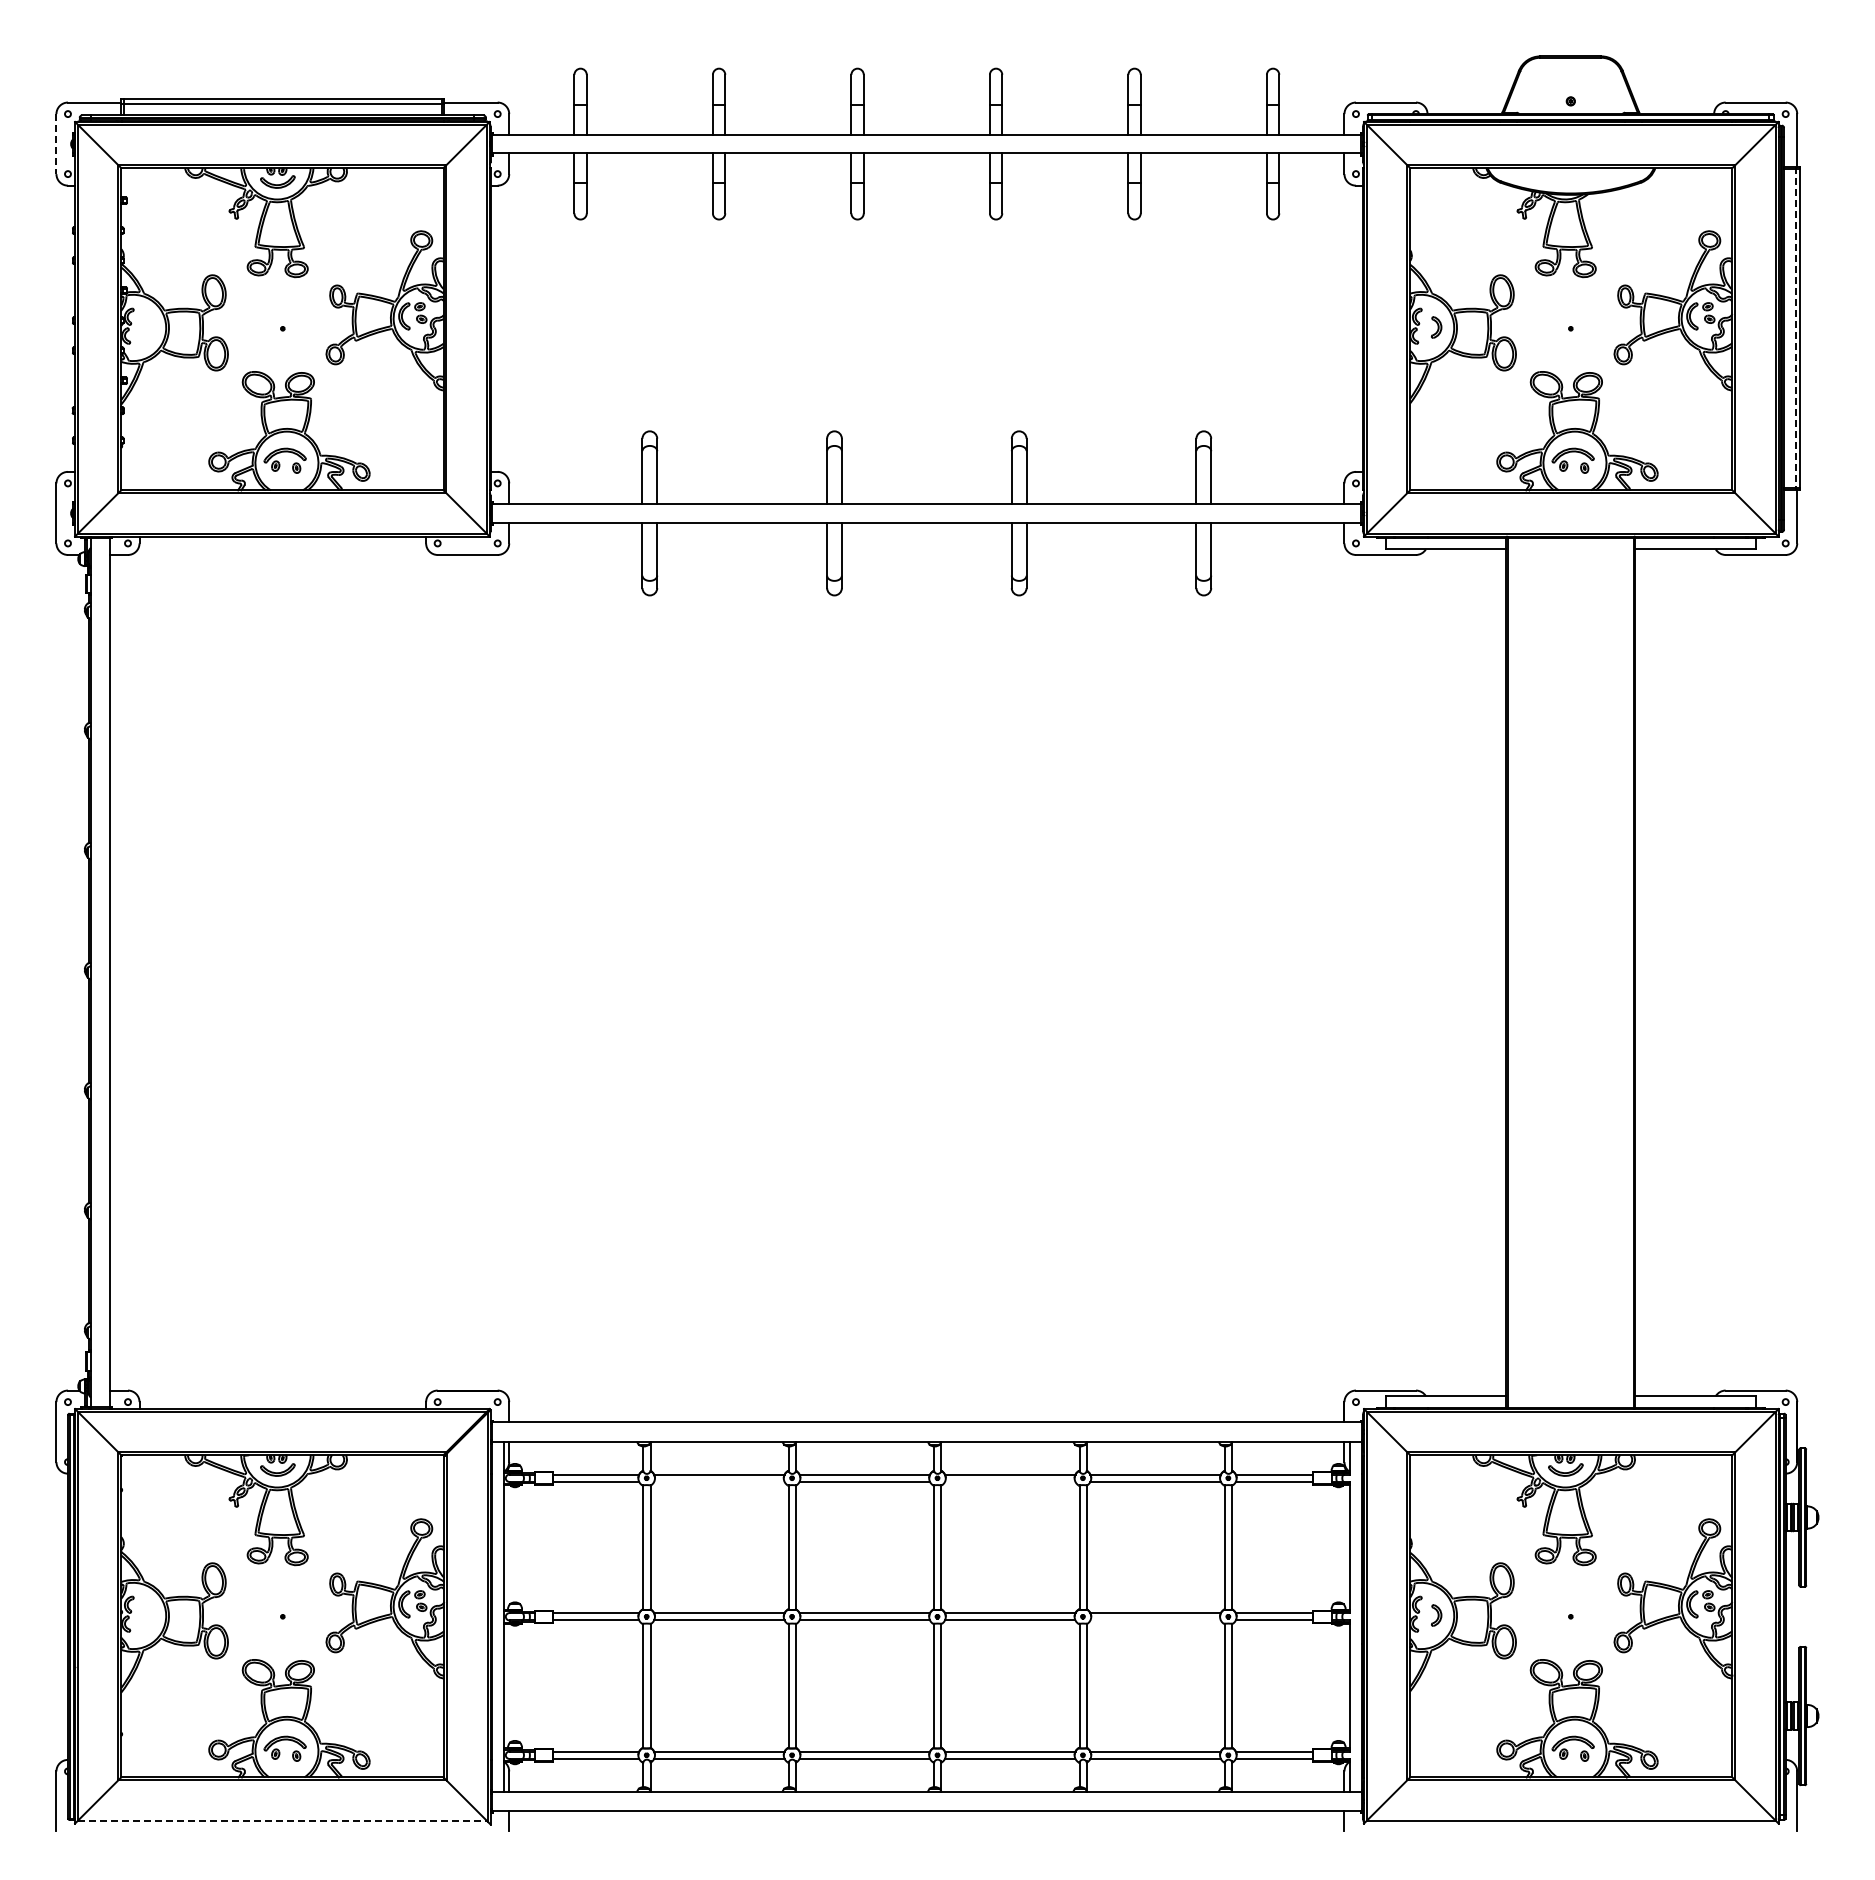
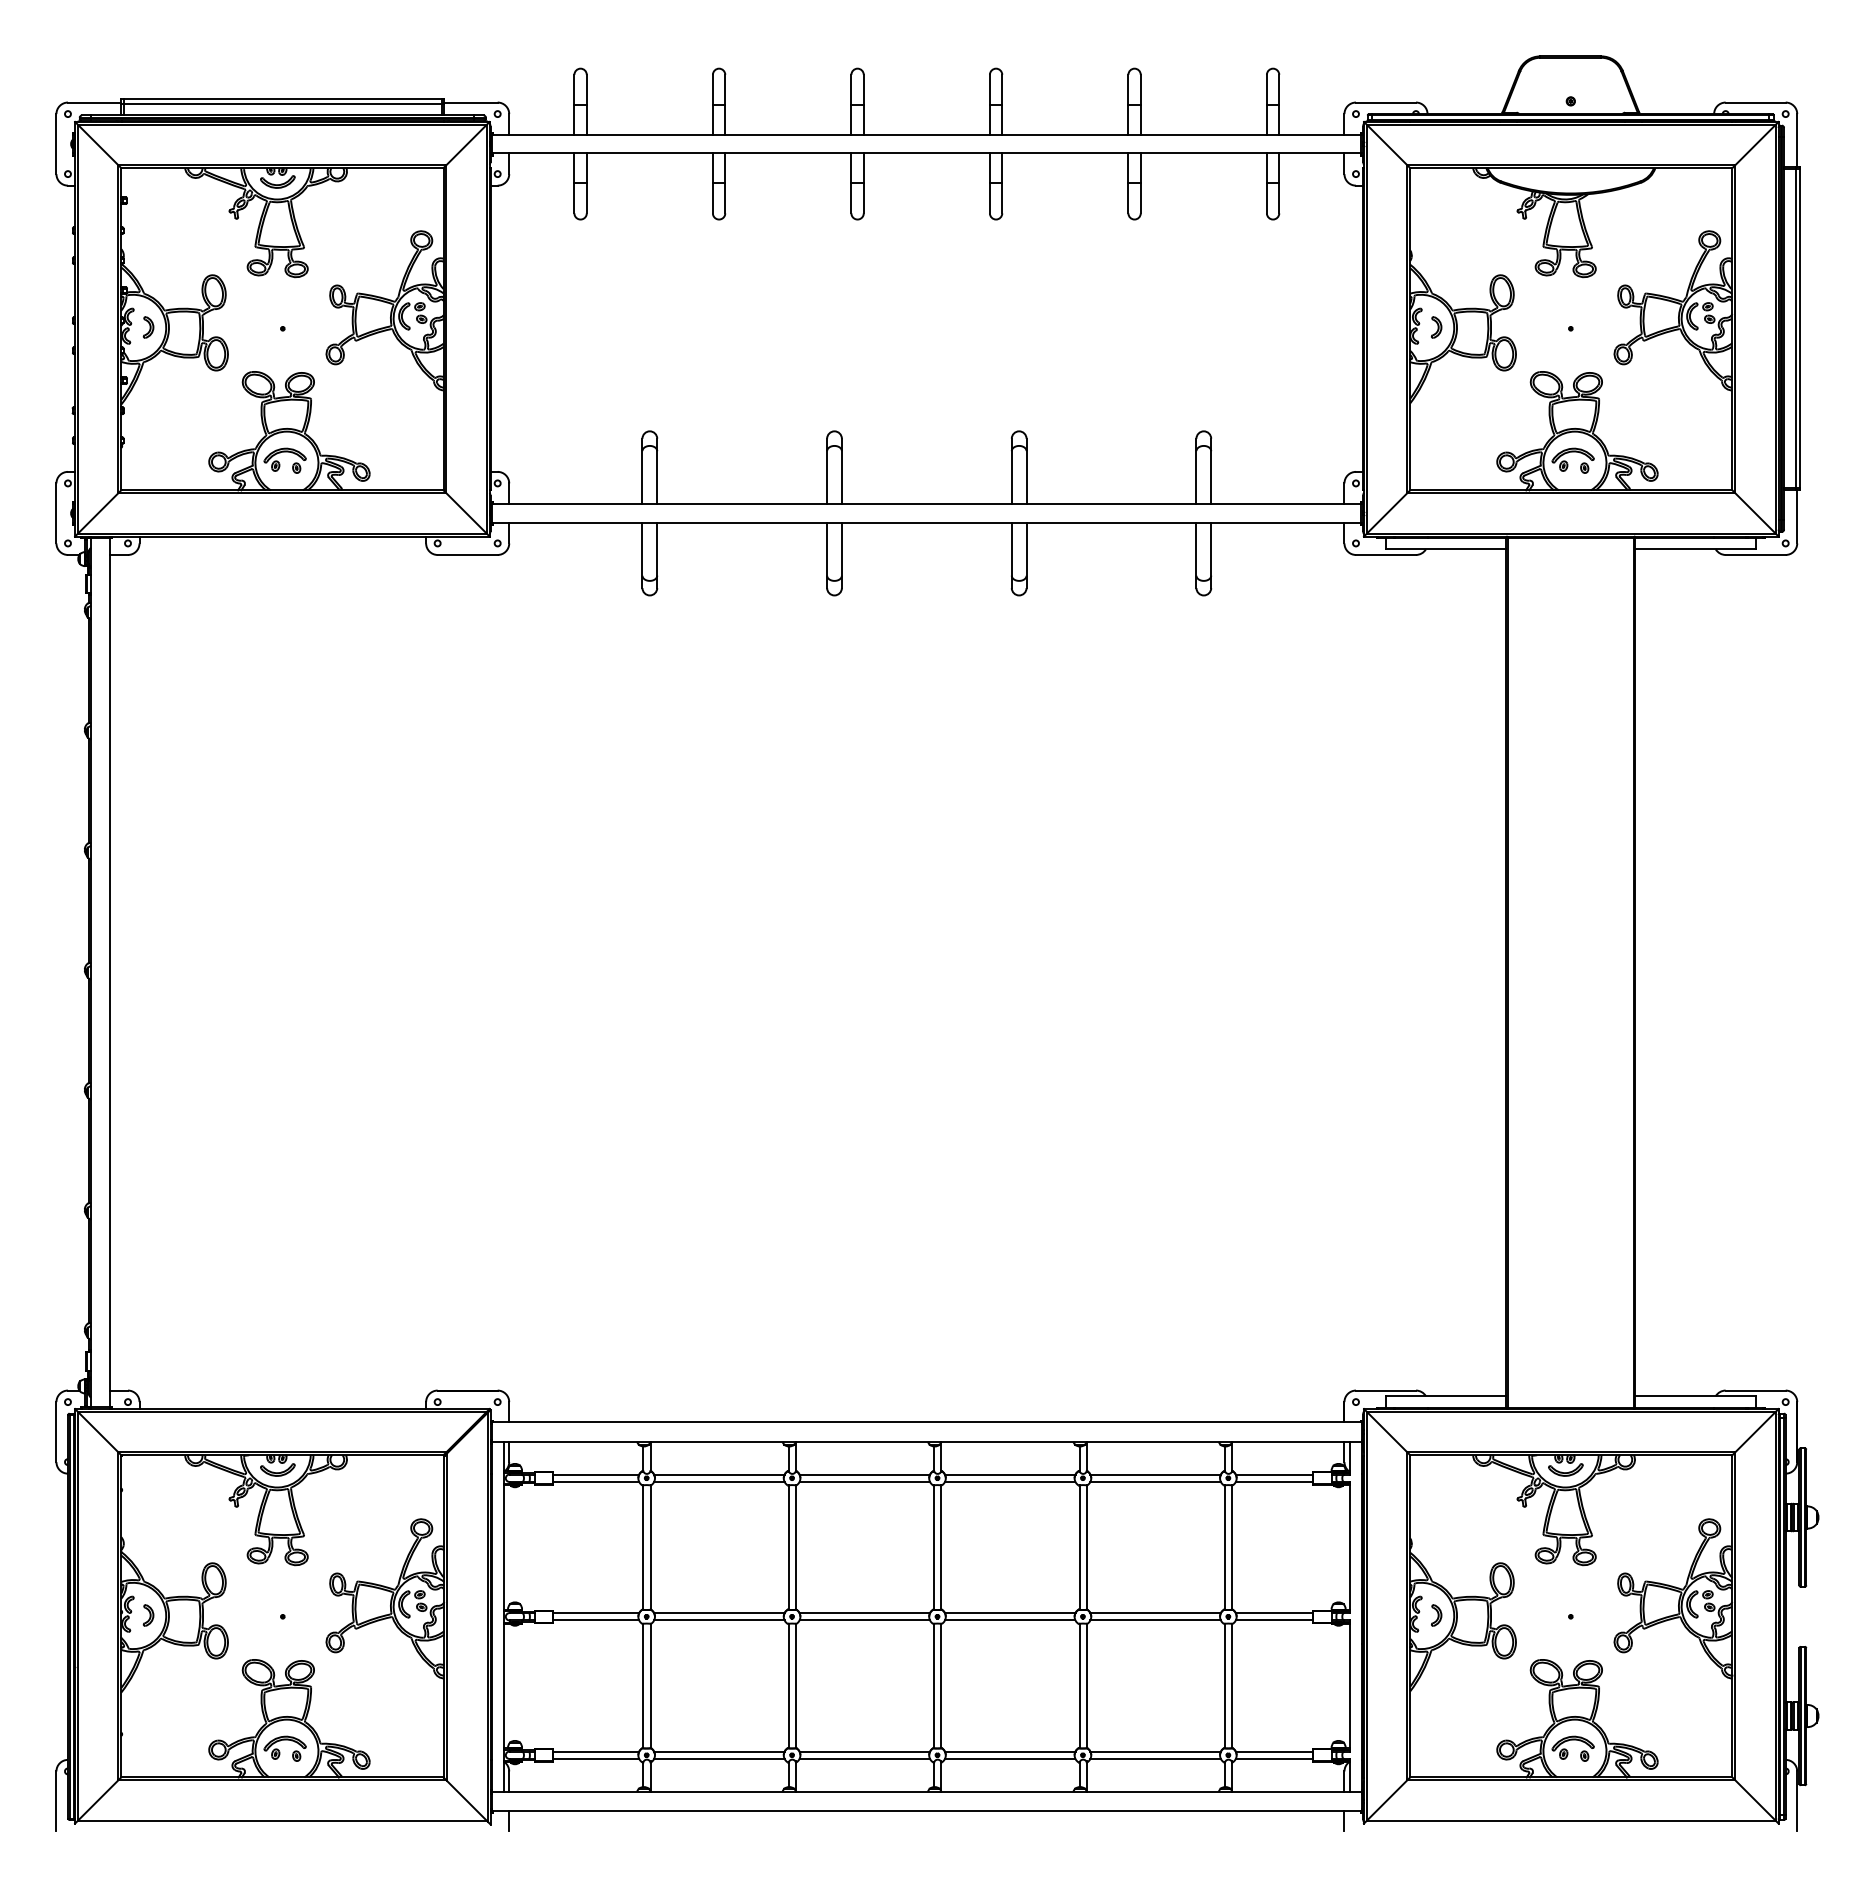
line at (56, 144): dashed -> solid
part at (148, 327): none -> present
line at (1795, 328): dashed -> solid
line at (719, 1481): none -> present
line at (1009, 1481): none -> present
part at (148, 1615): none -> present
line at (1155, 1620): none -> present
line at (282, 1820): dashed -> solid
